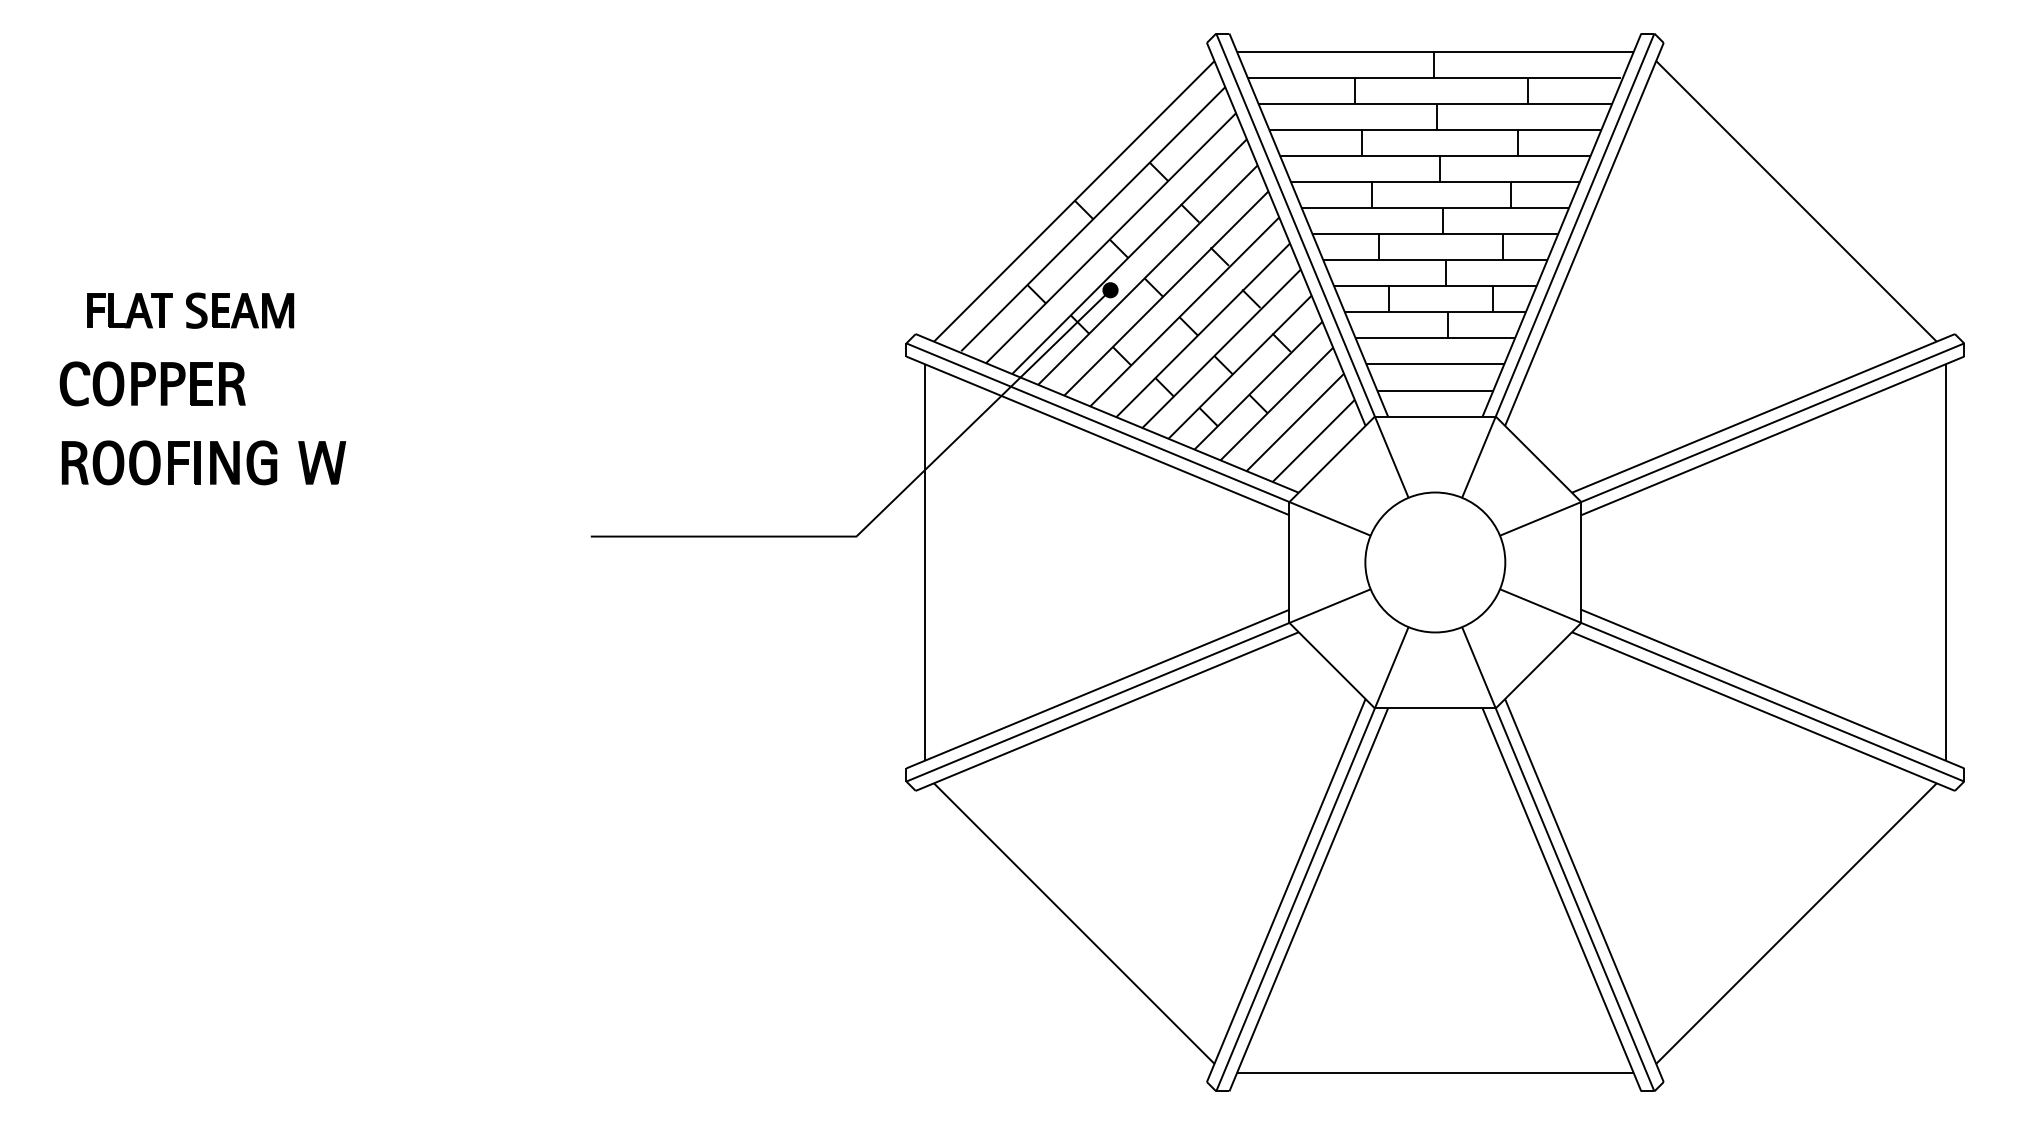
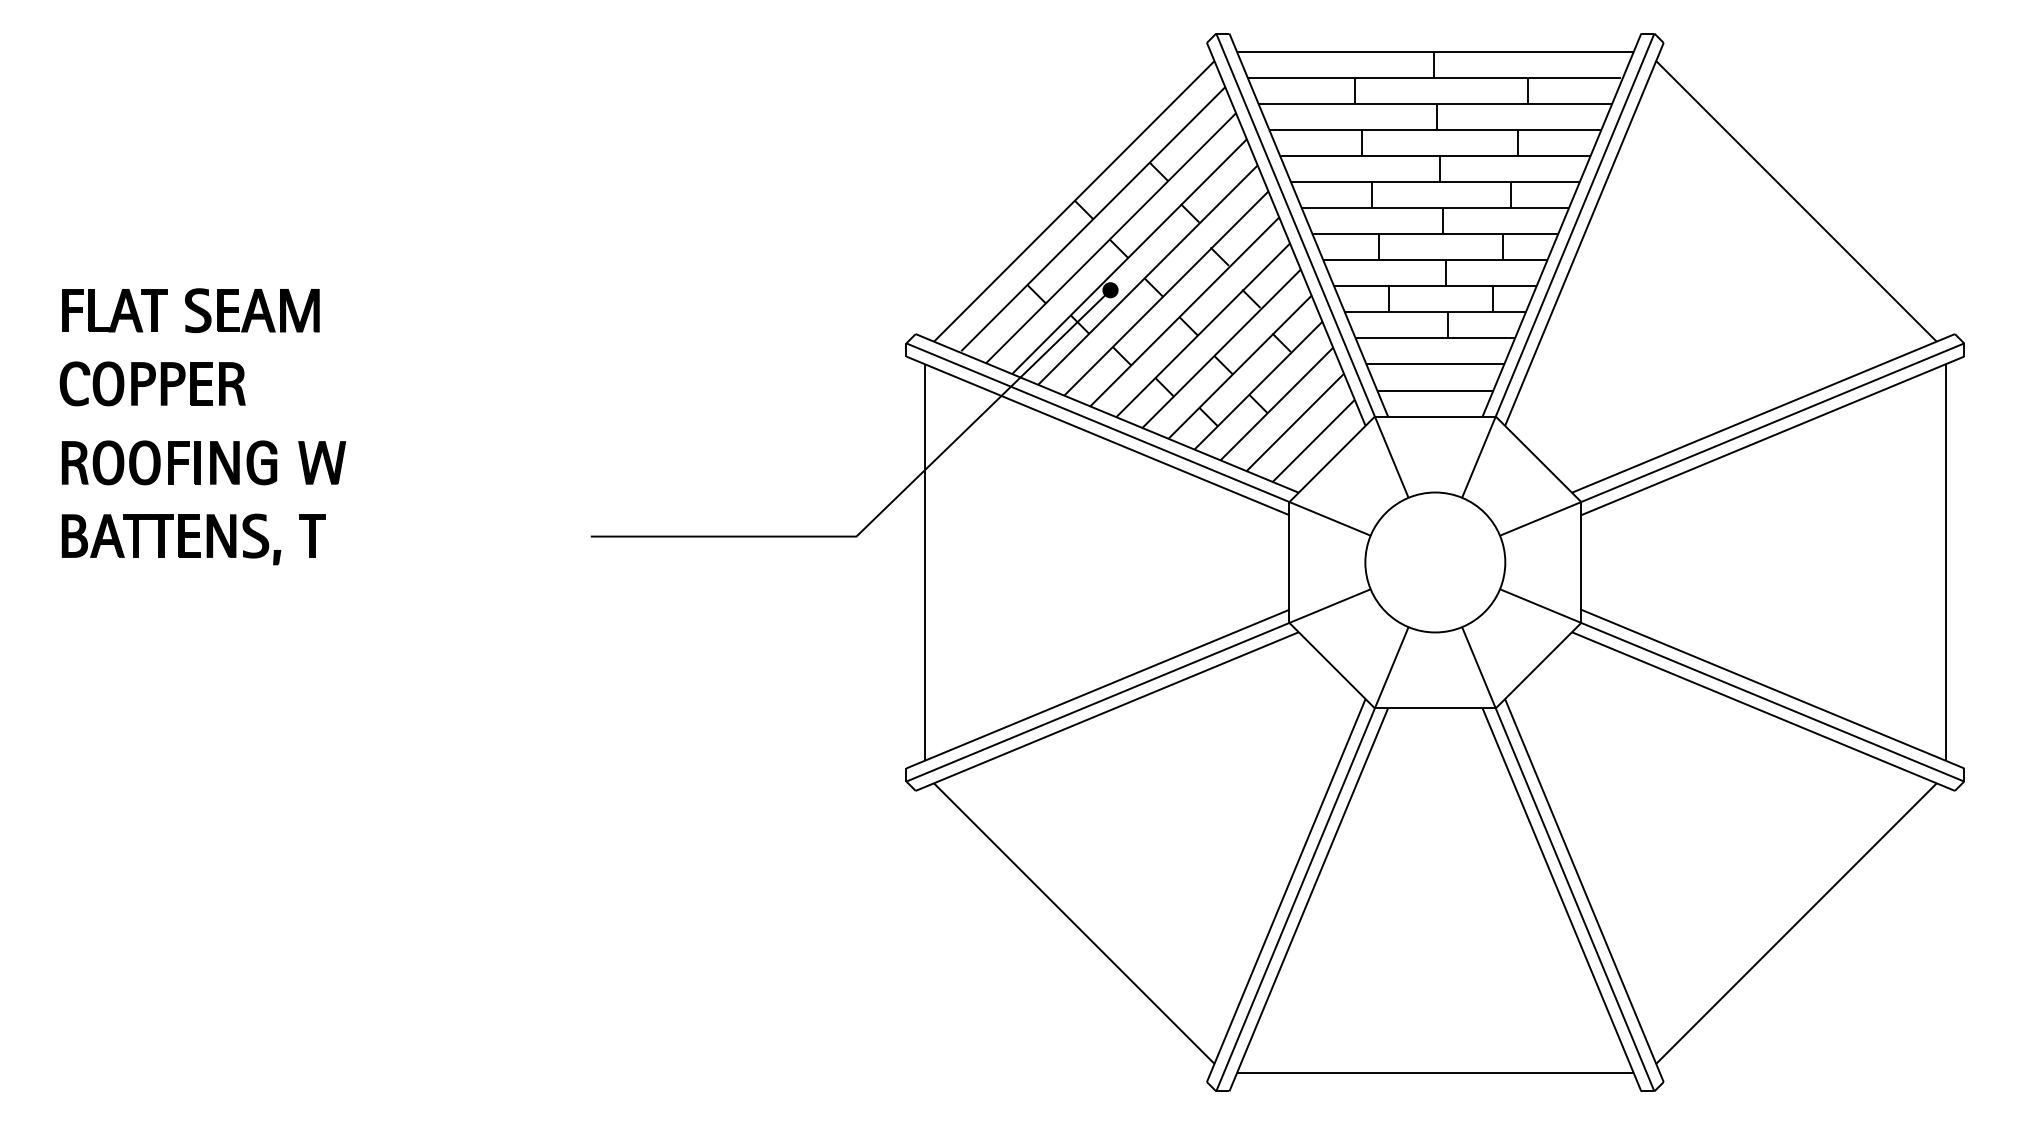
part at (190, 310) size: 208x37 px -> 258x46 px
part at (193, 539): none -> present
